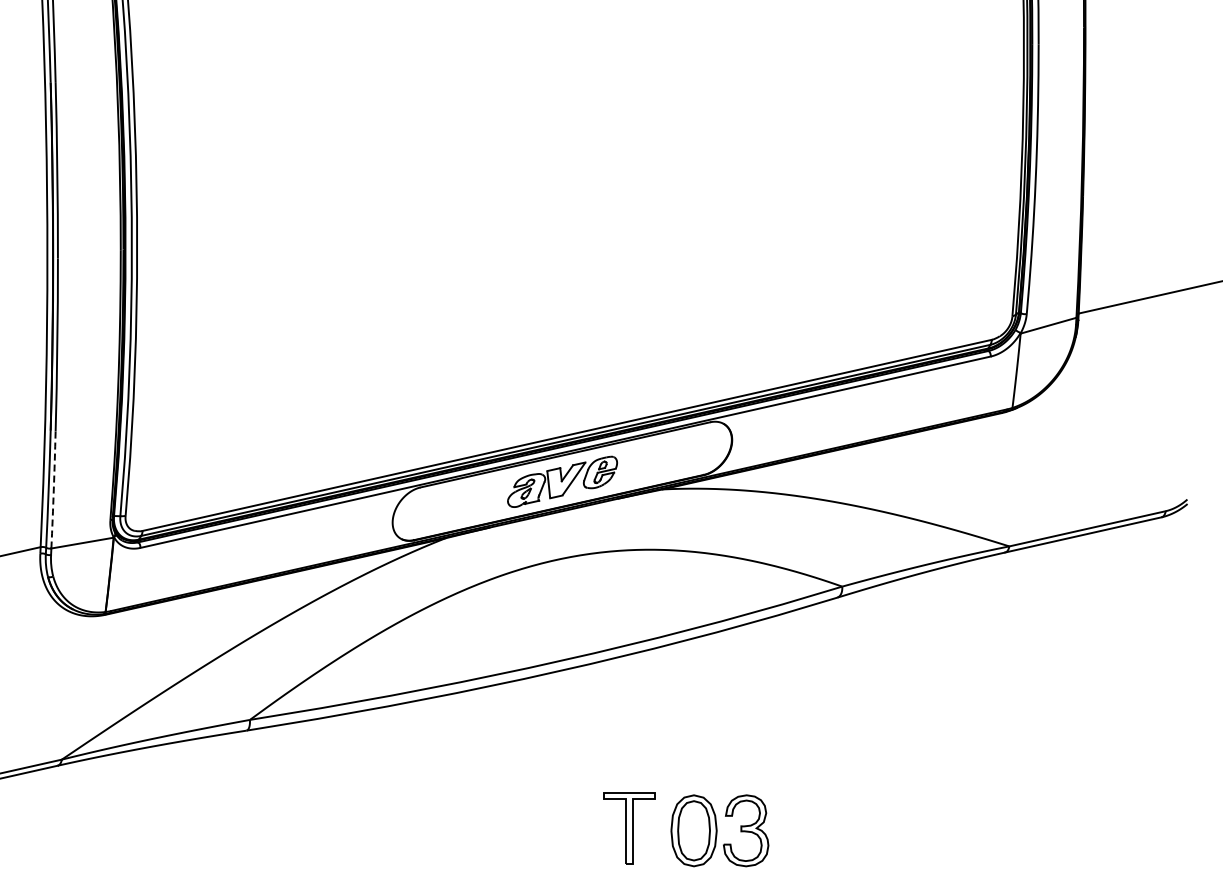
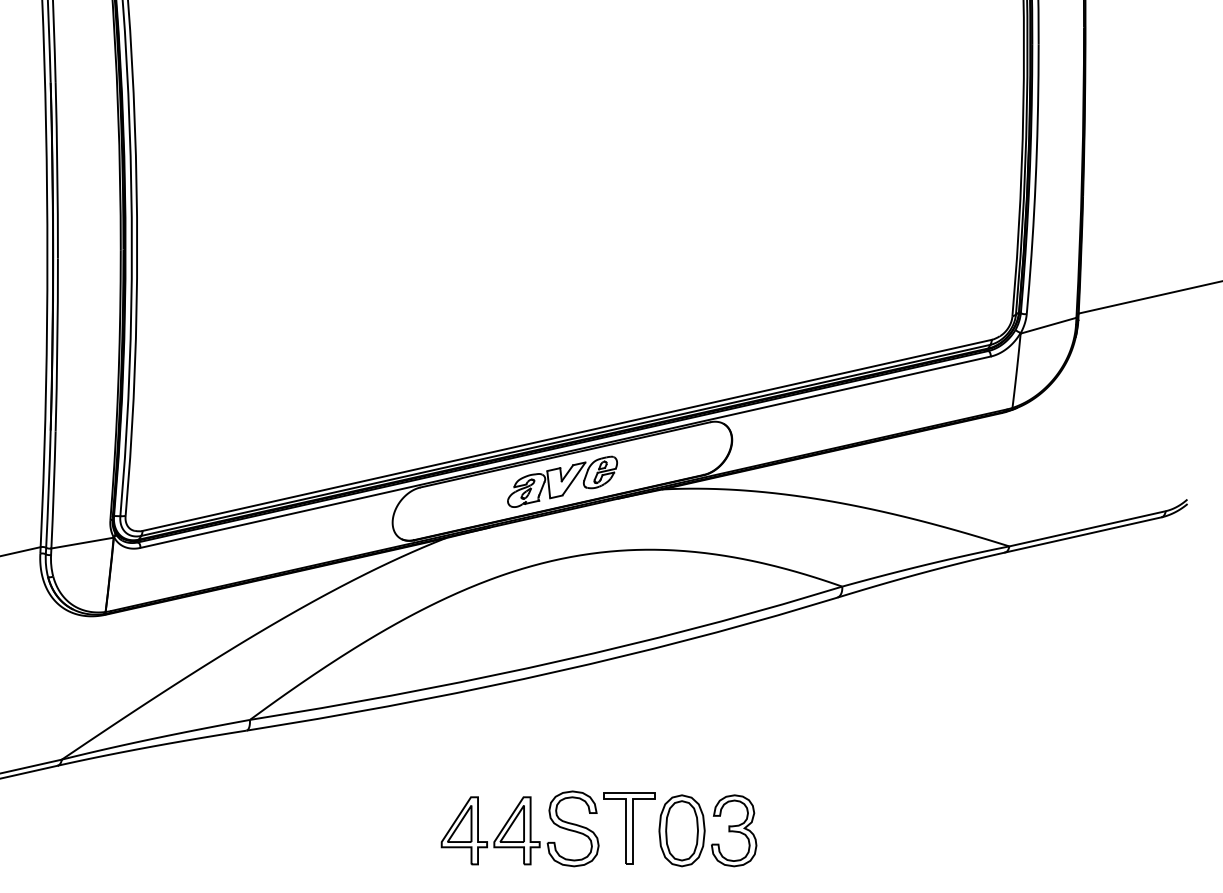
arc at (53, 489): dashed -> solid
part at (519, 828): none -> present
part at (719, 830) position: (719, 830) -> (707, 830)
